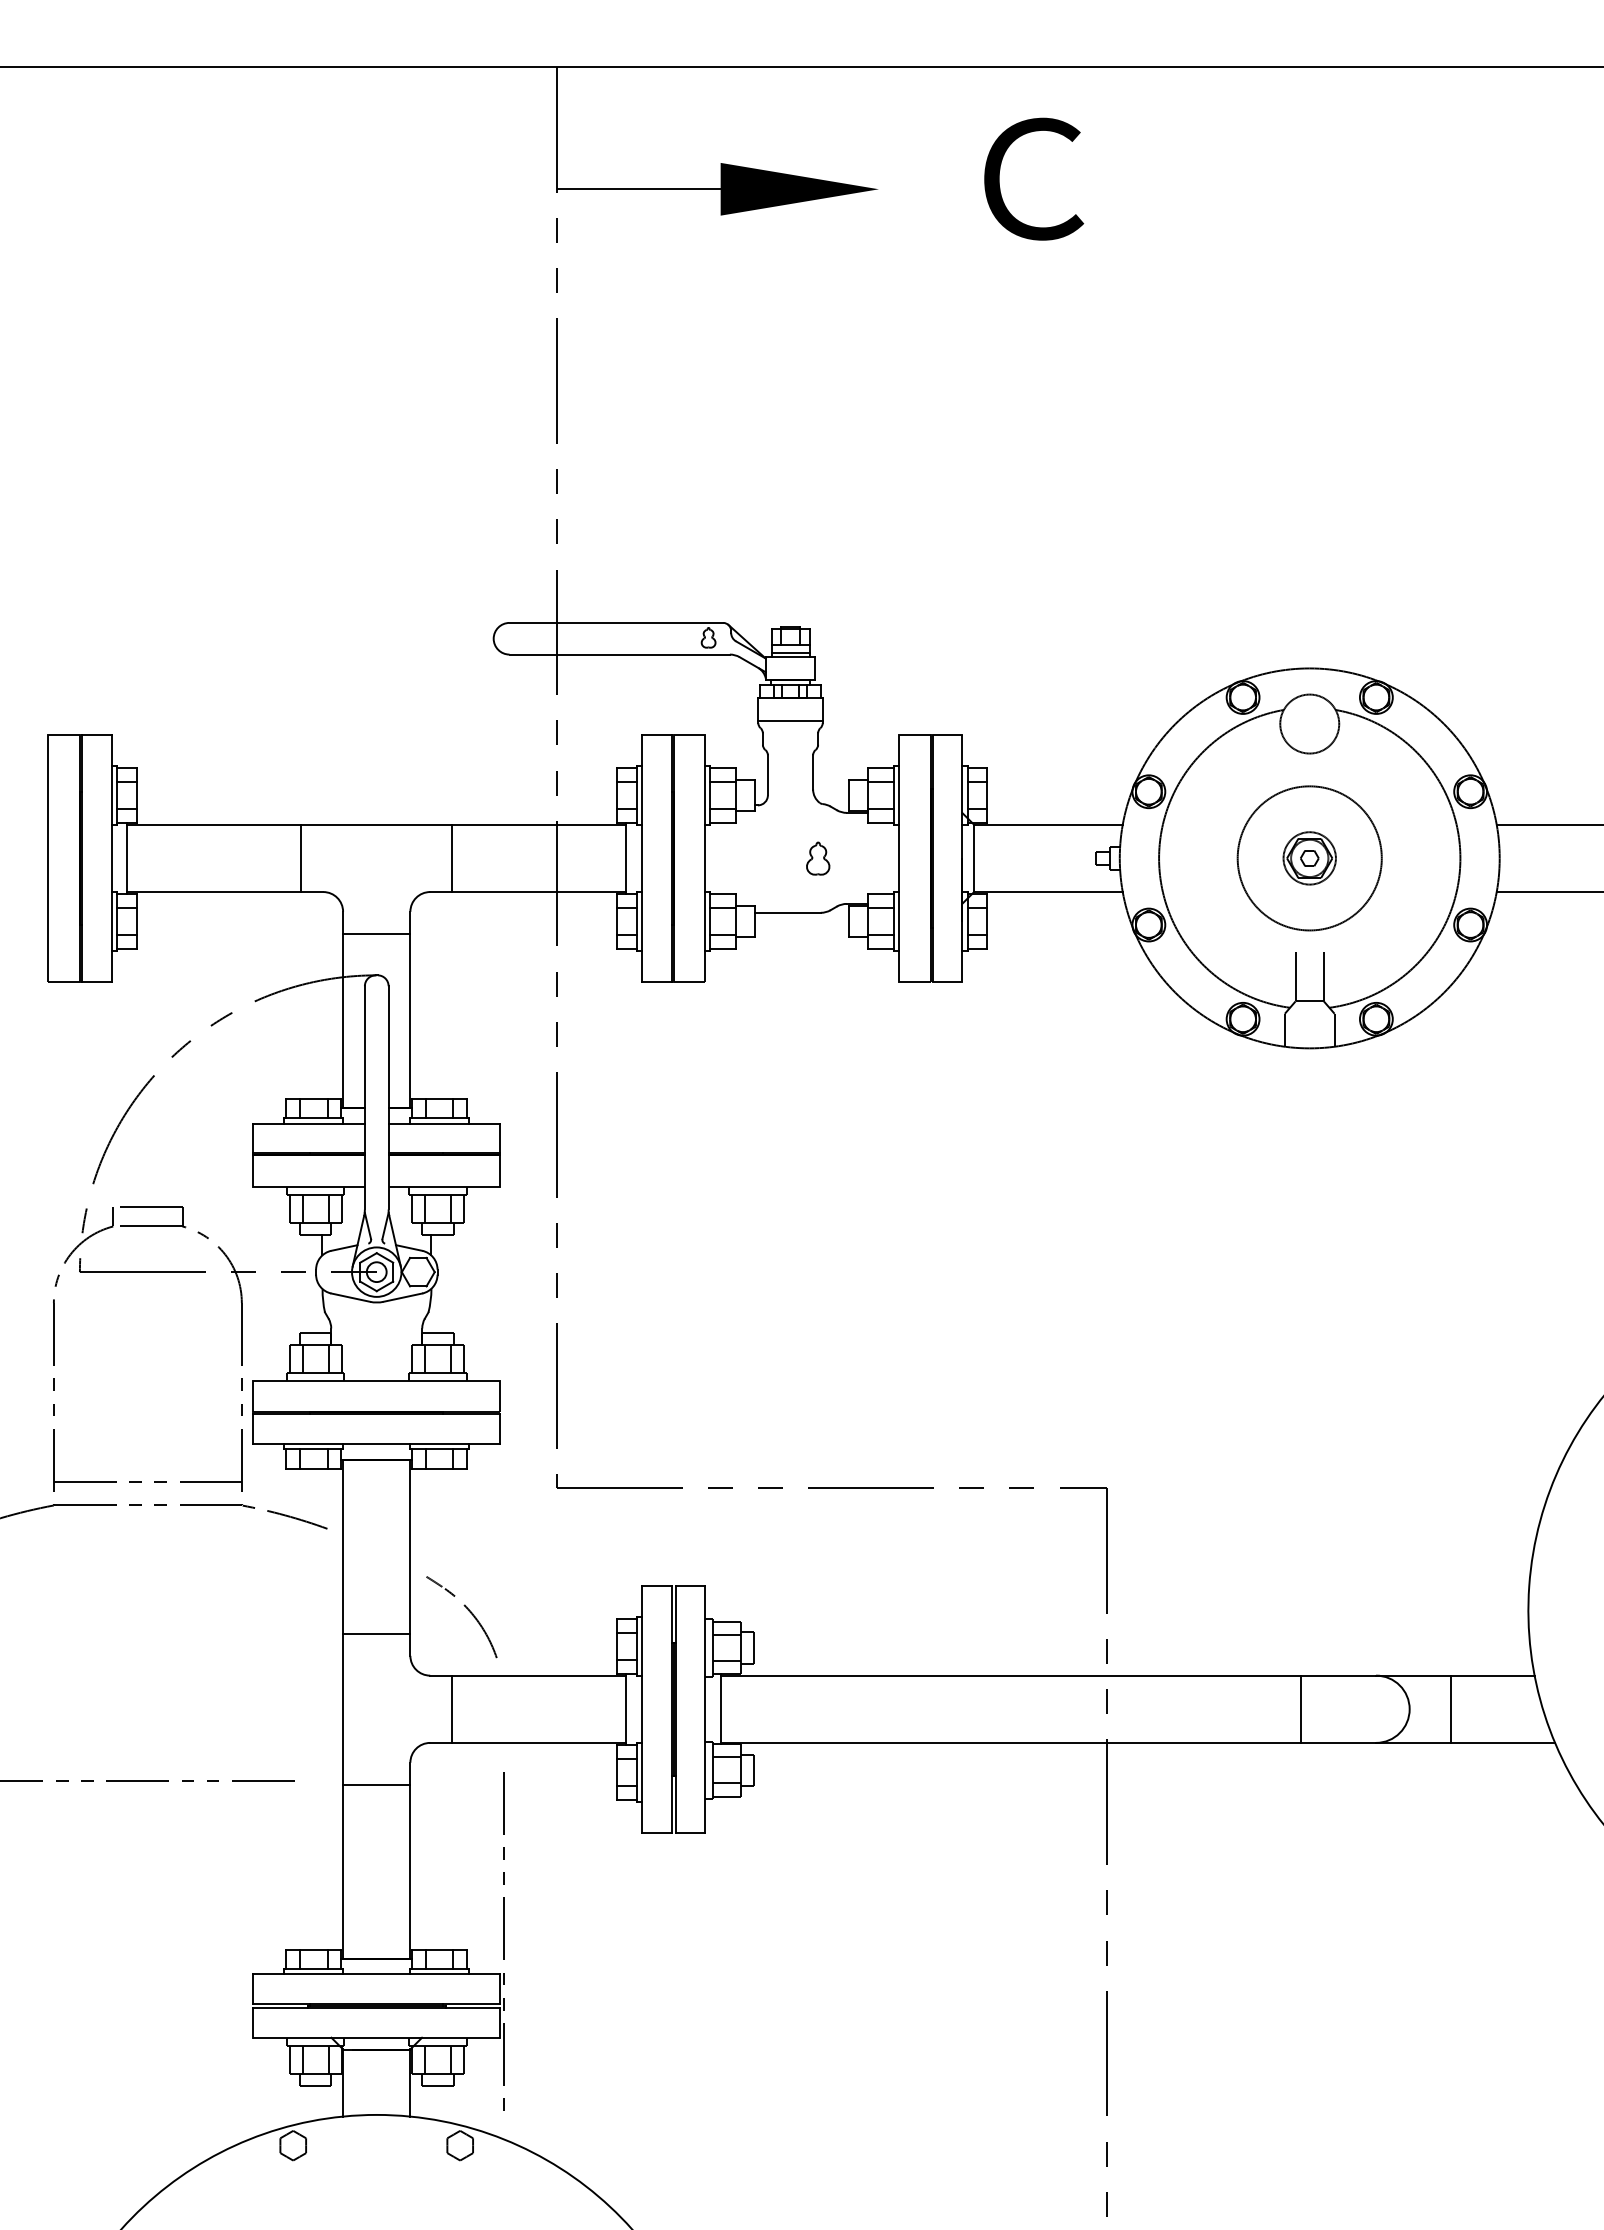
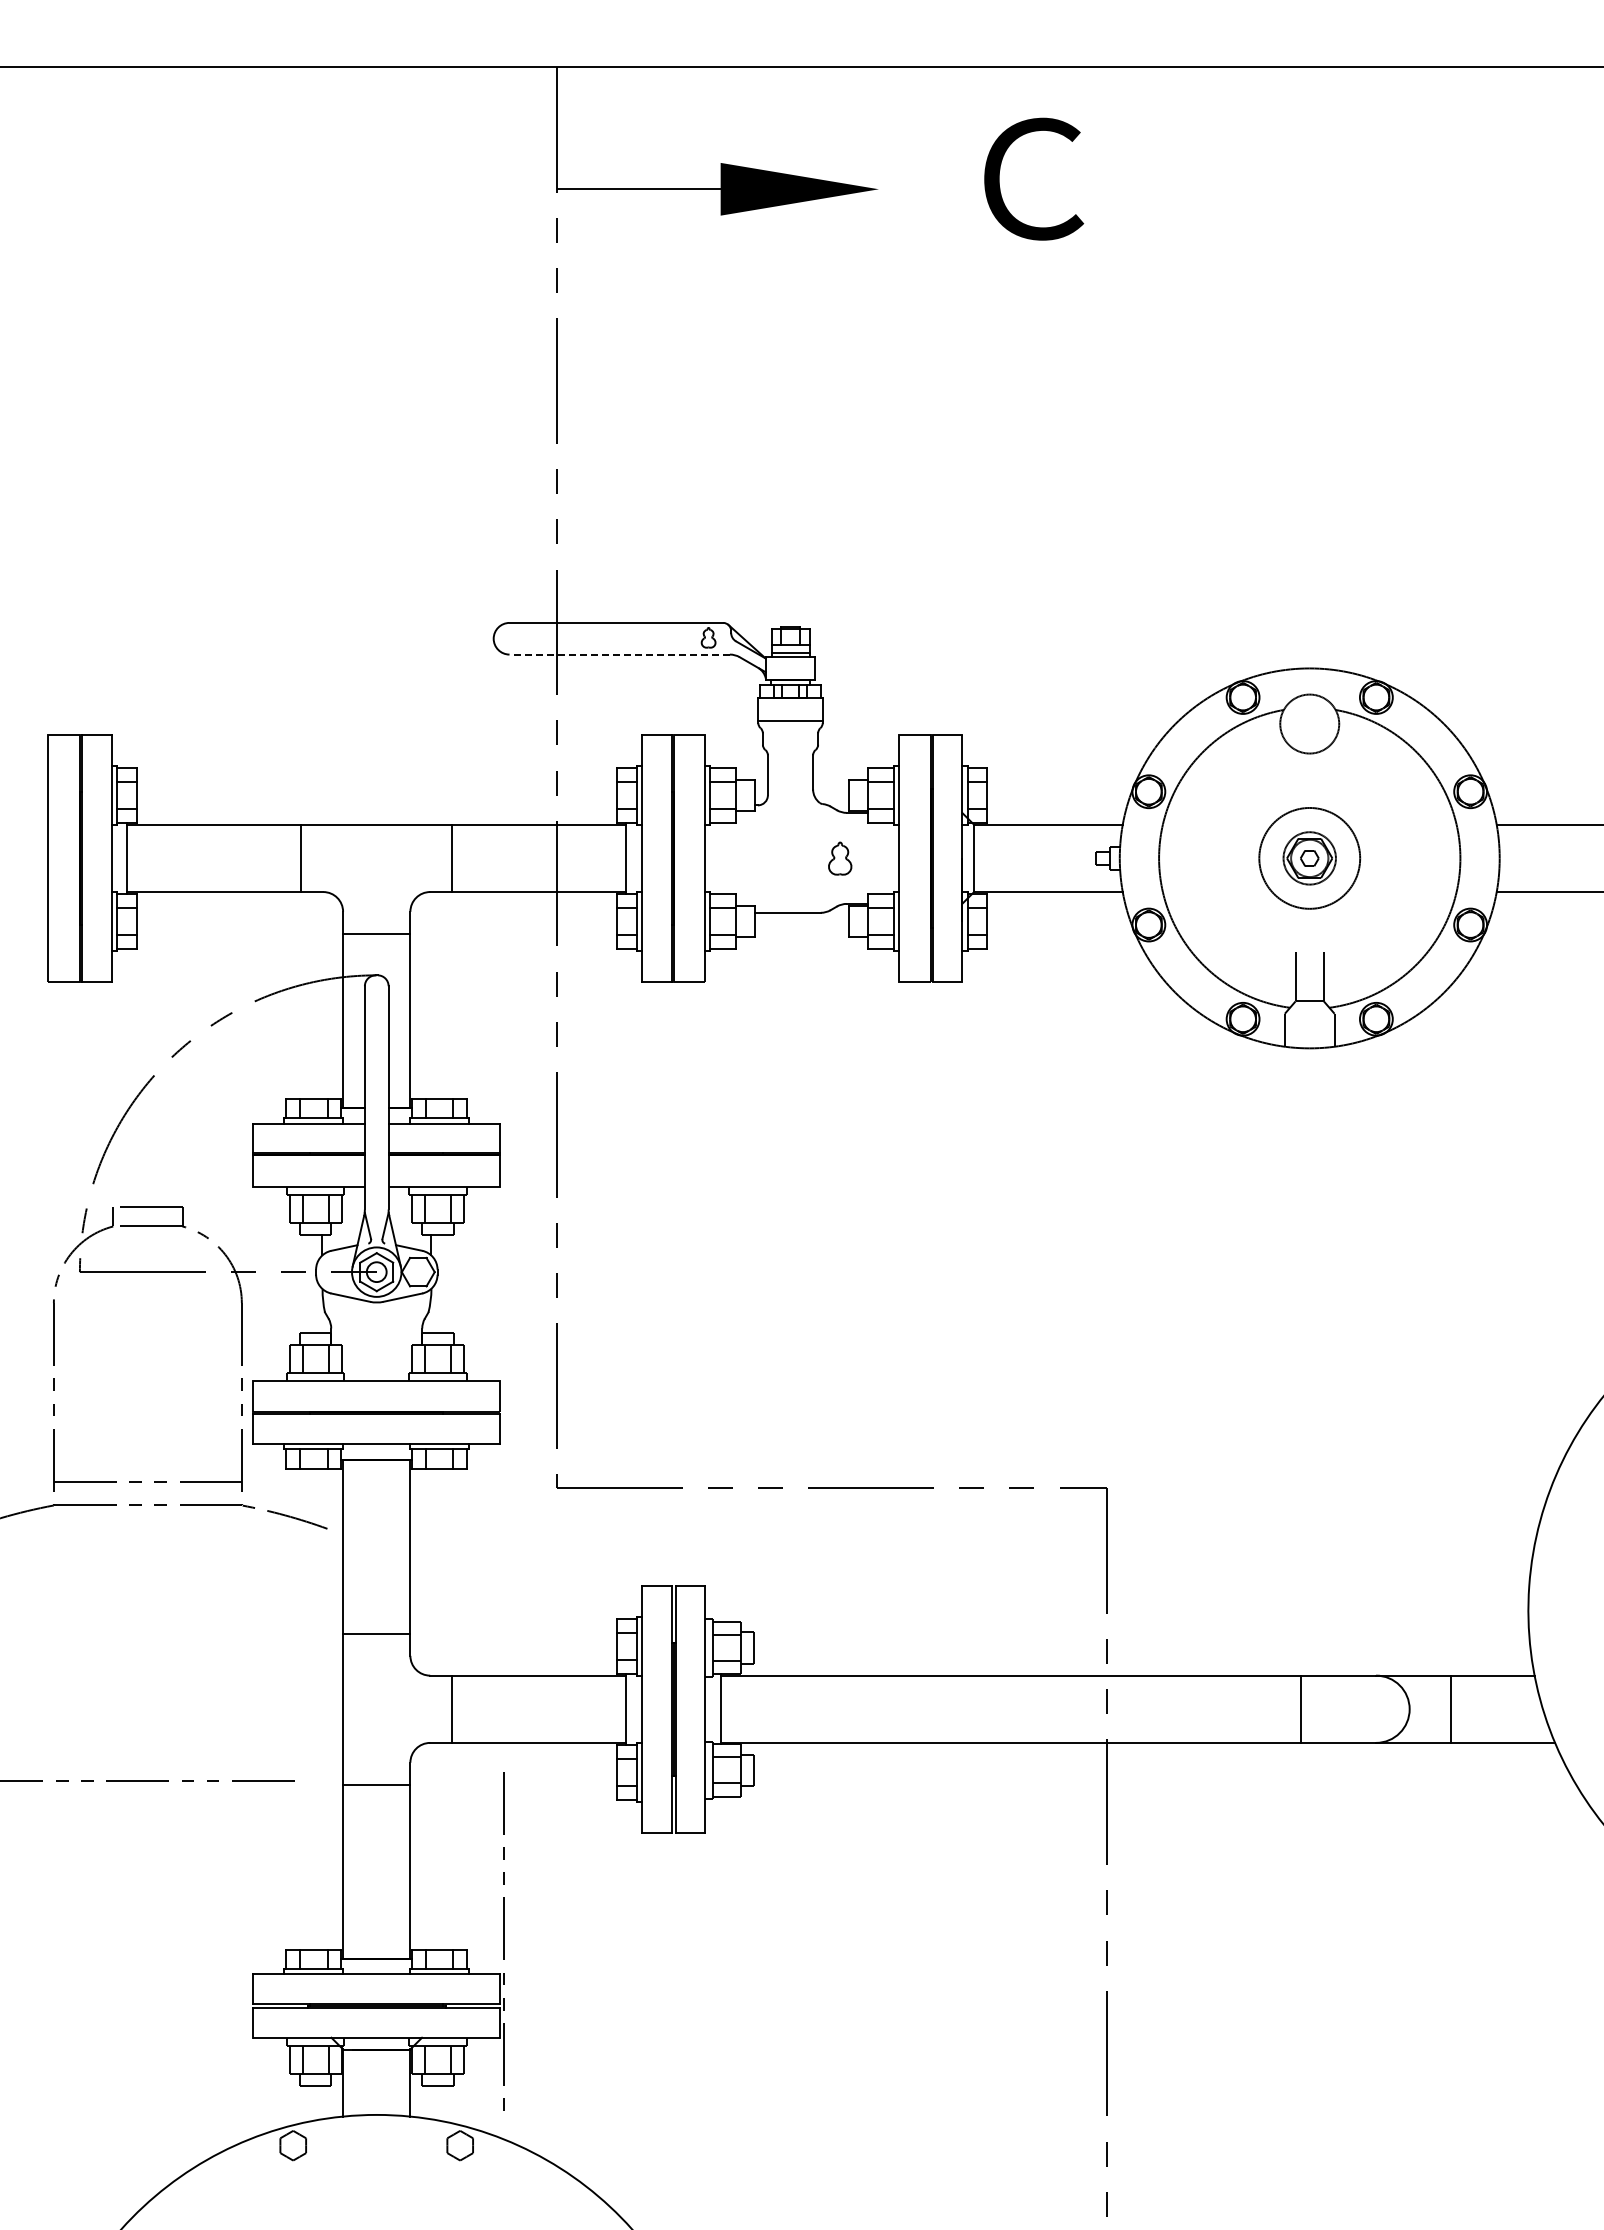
line at (619, 654): solid -> dashed
part at (818, 858) position: (818, 858) -> (840, 858)
circle at (1309, 858) diameter: 144 px -> 101 px
part at (468, 1611): present -> none
